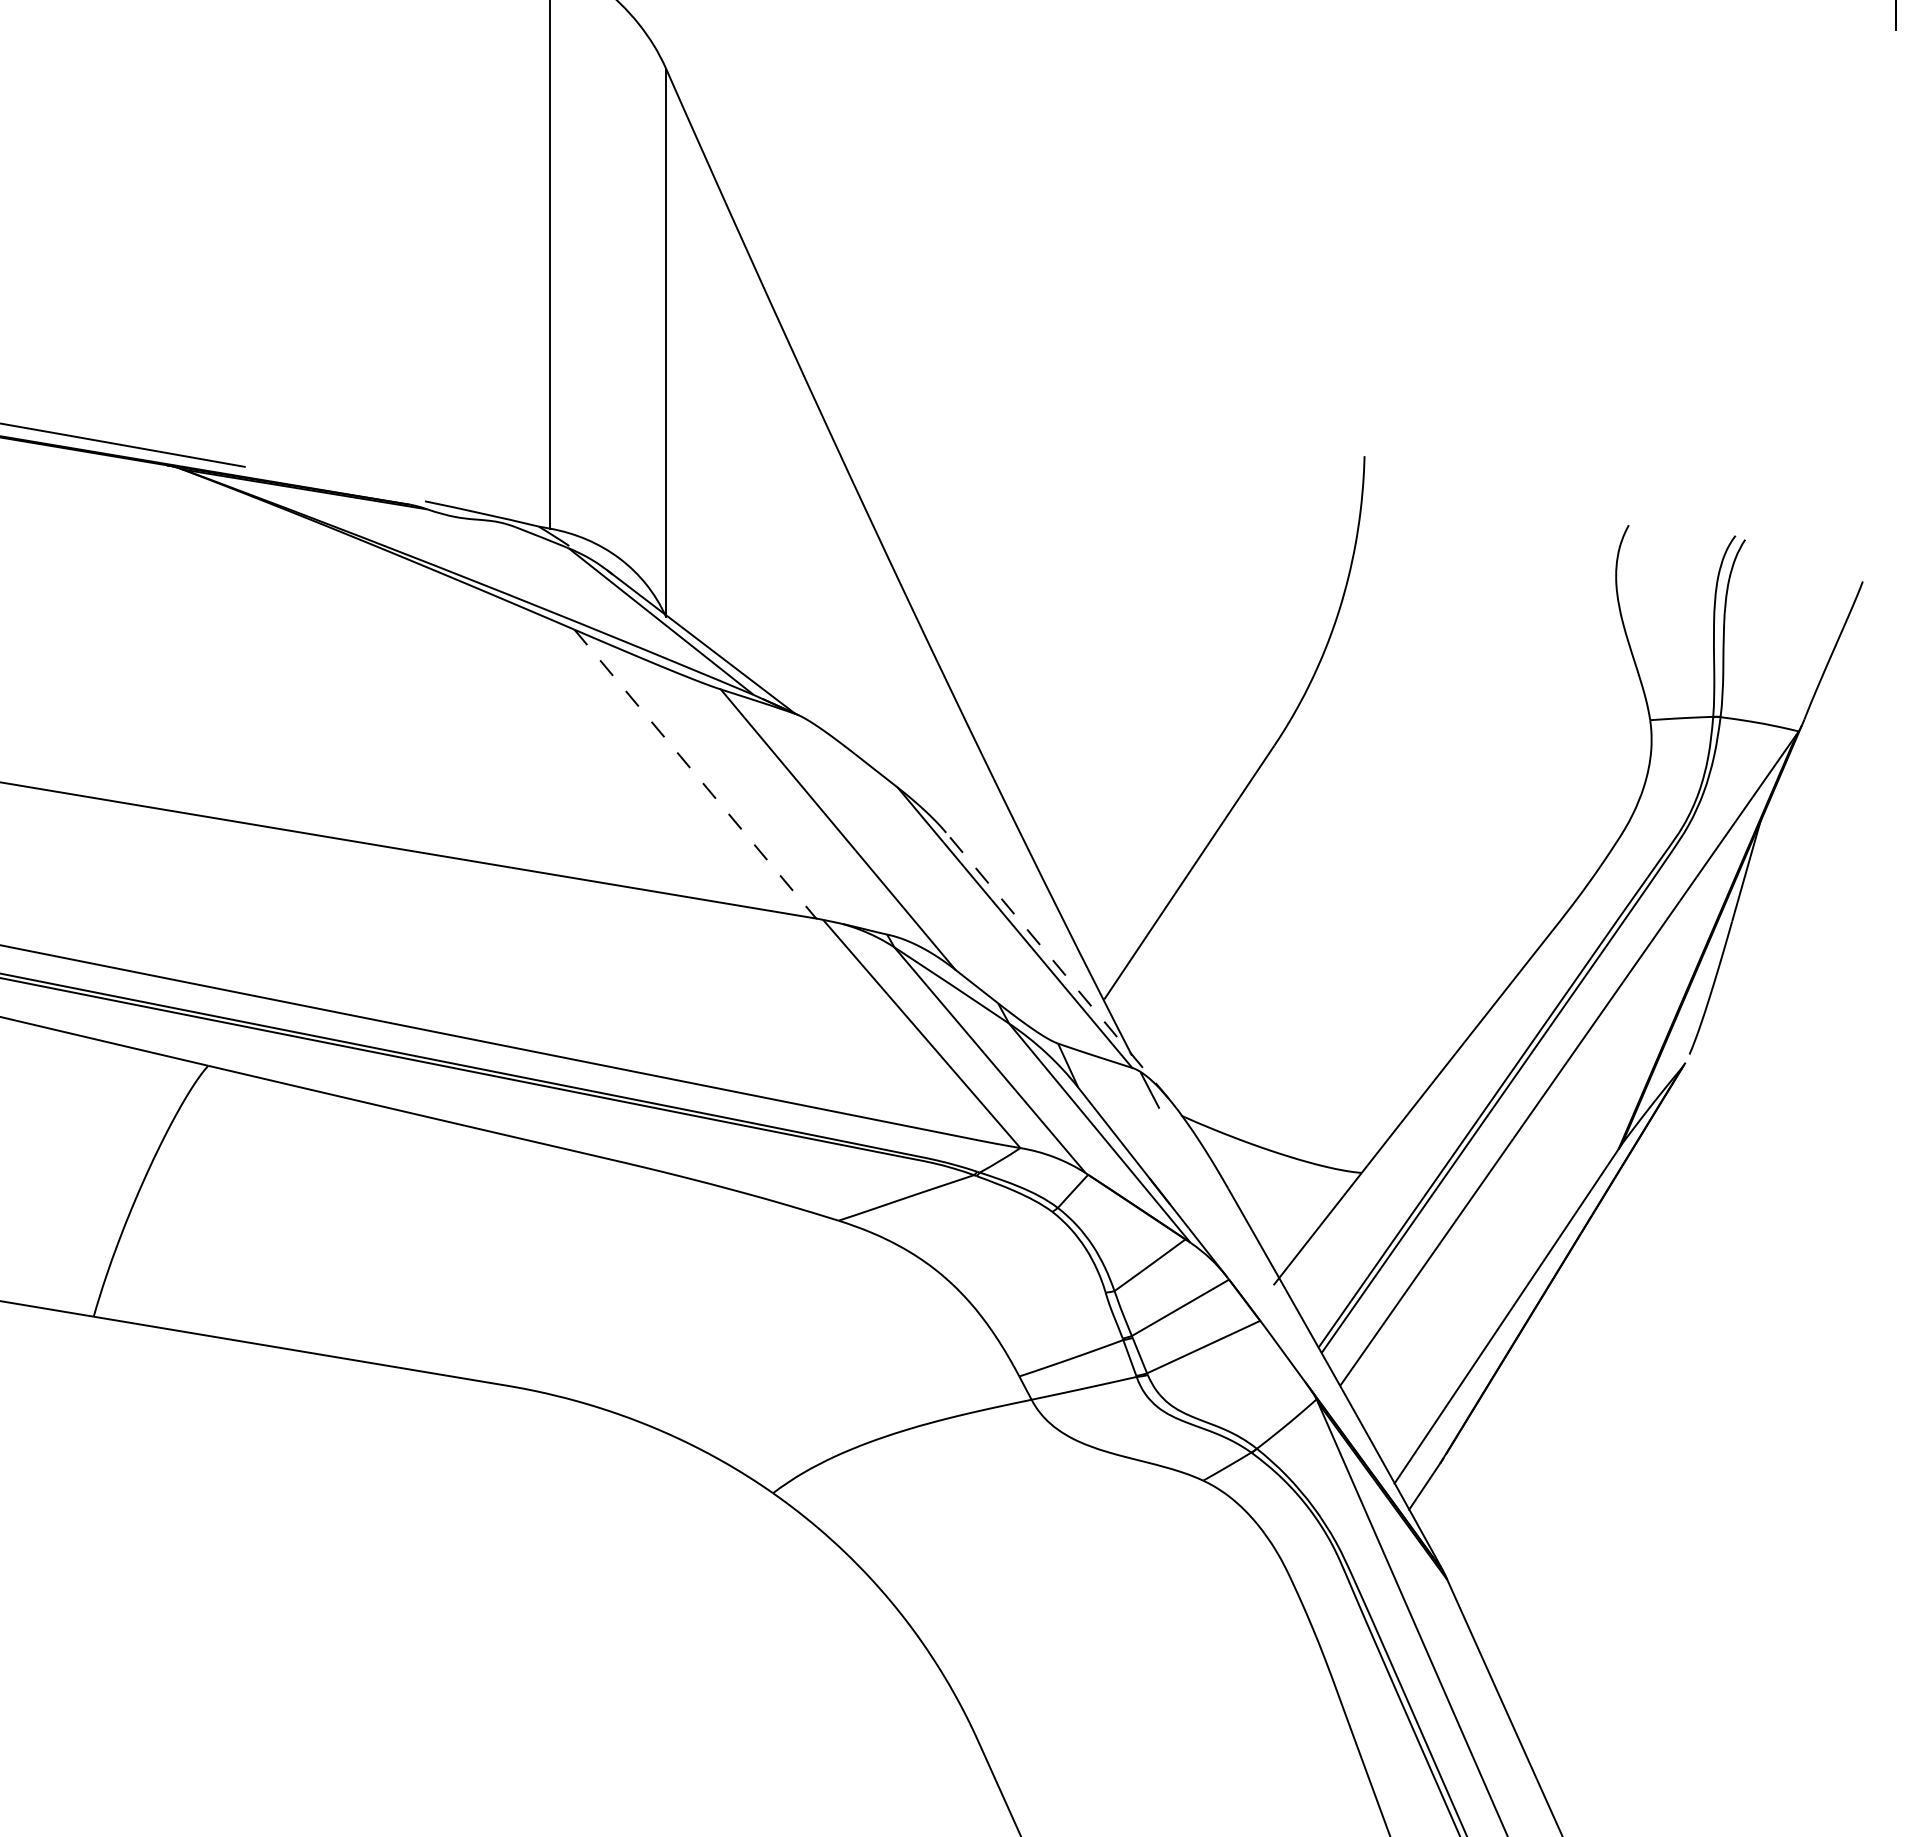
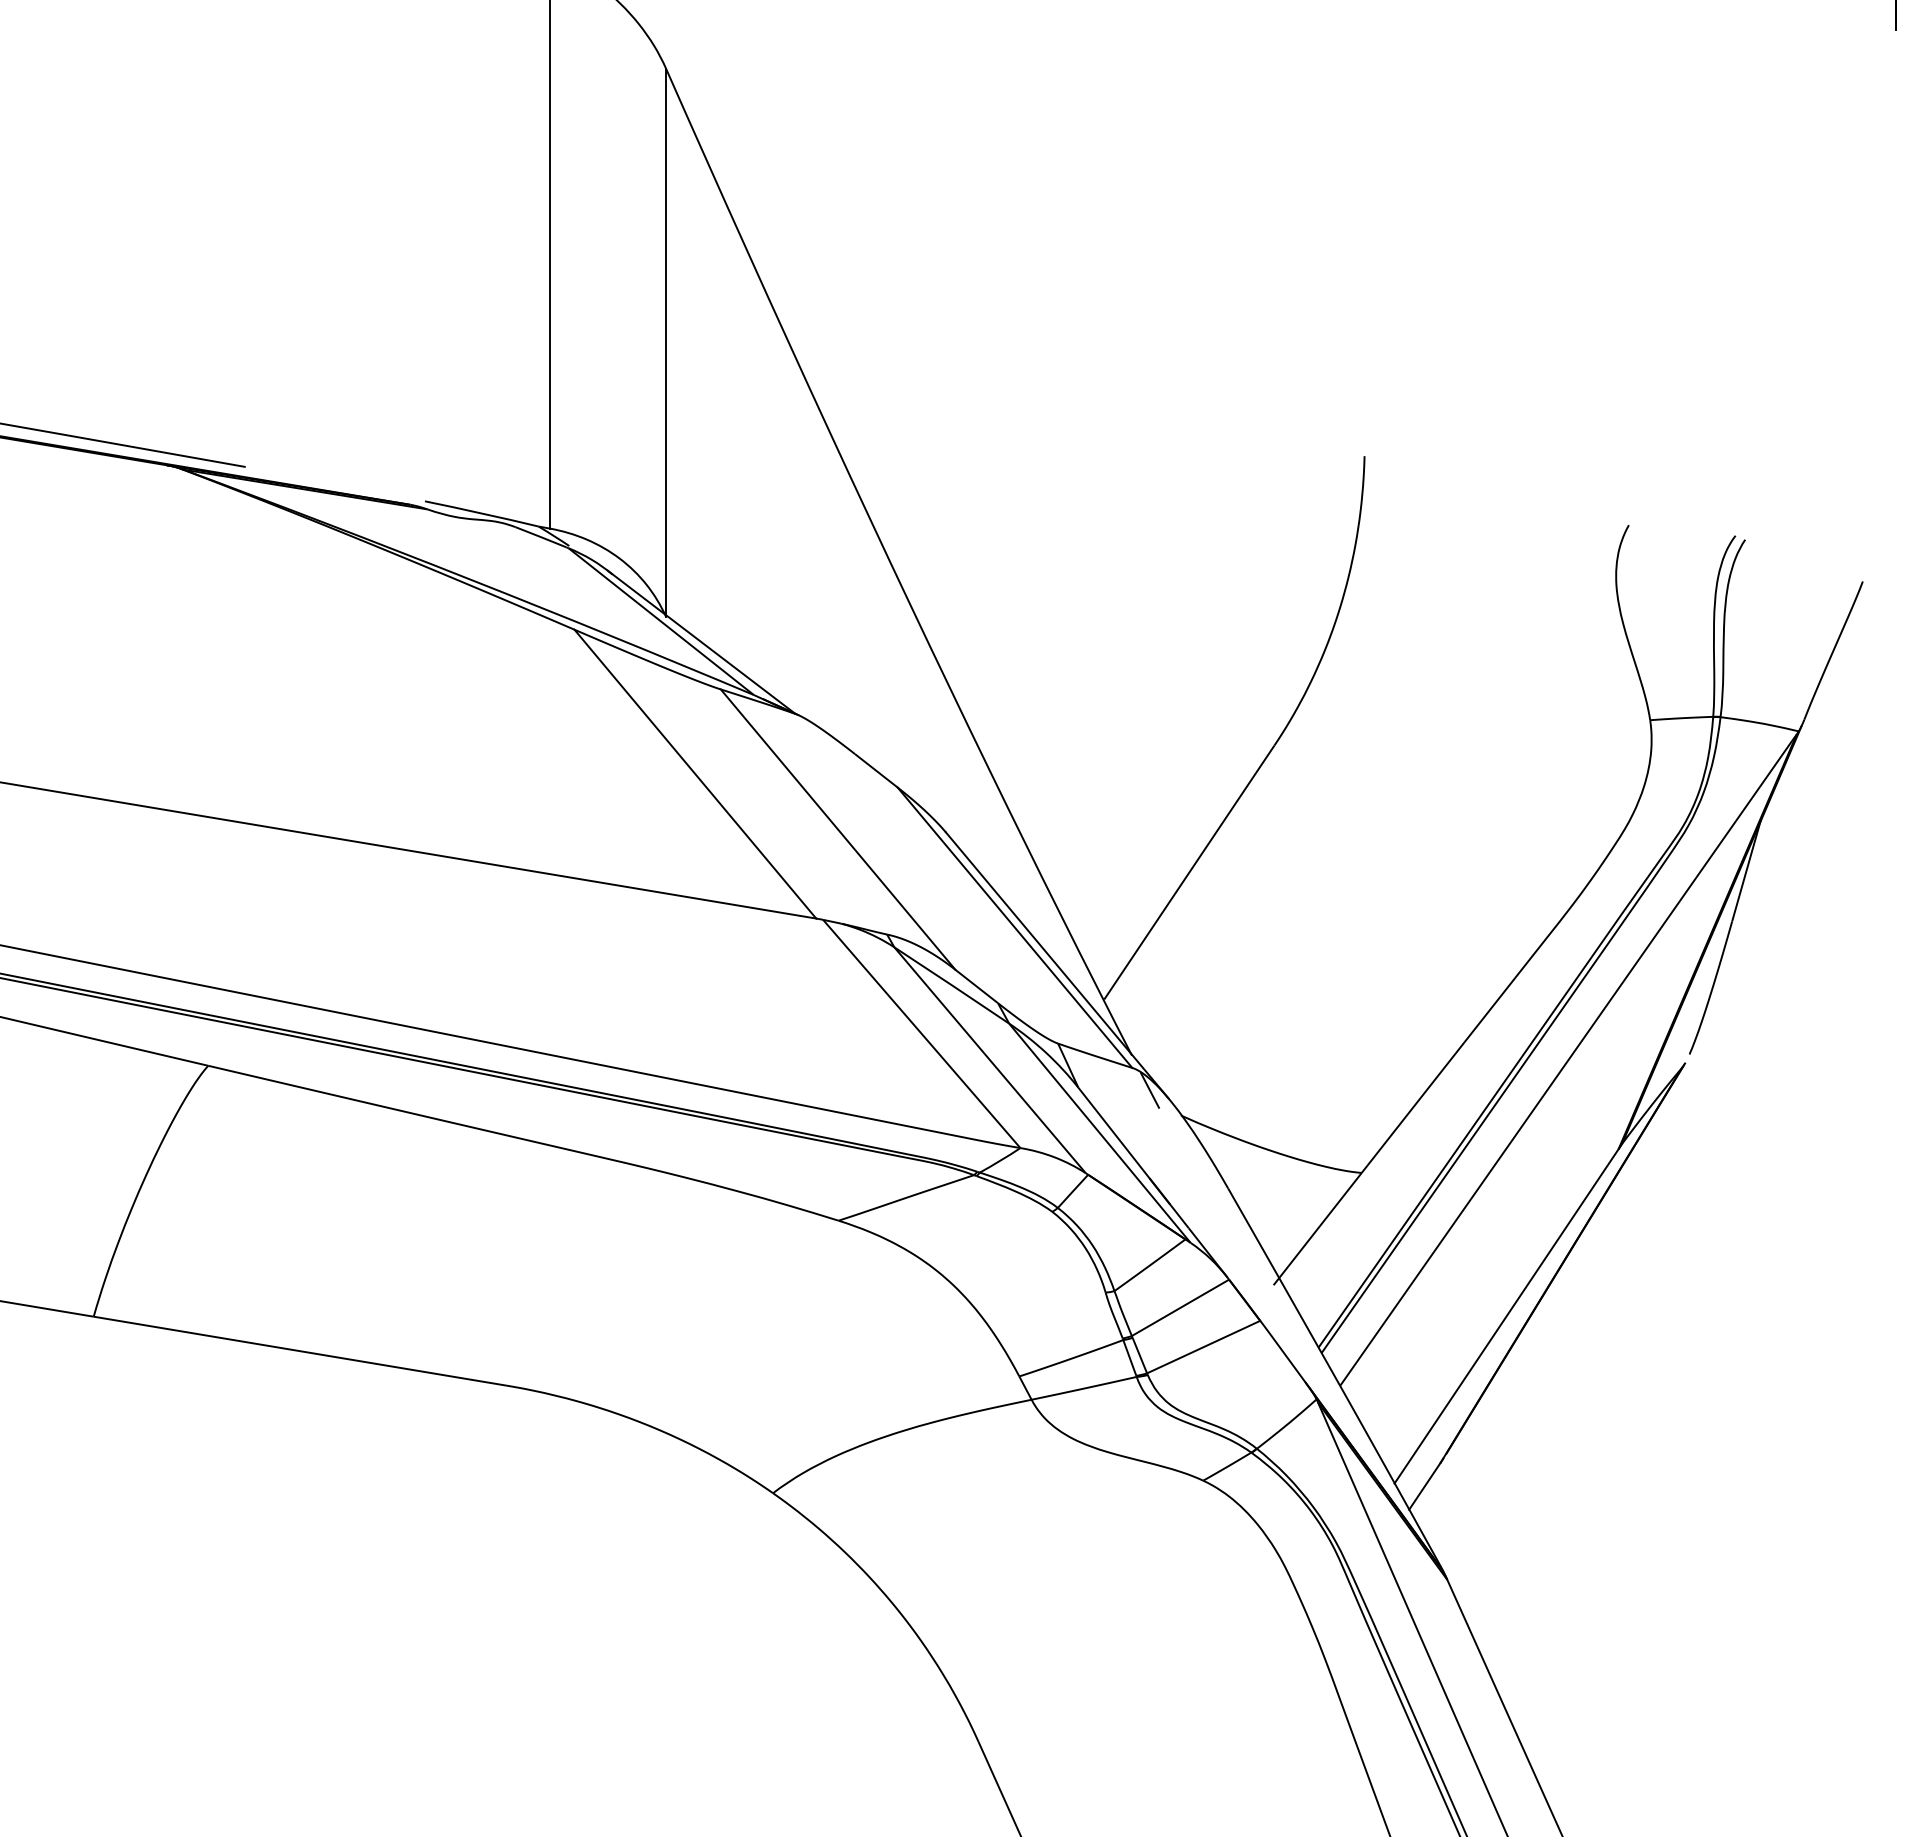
line at (695, 774): dashed -> solid
line at (1056, 965): dashed -> solid
